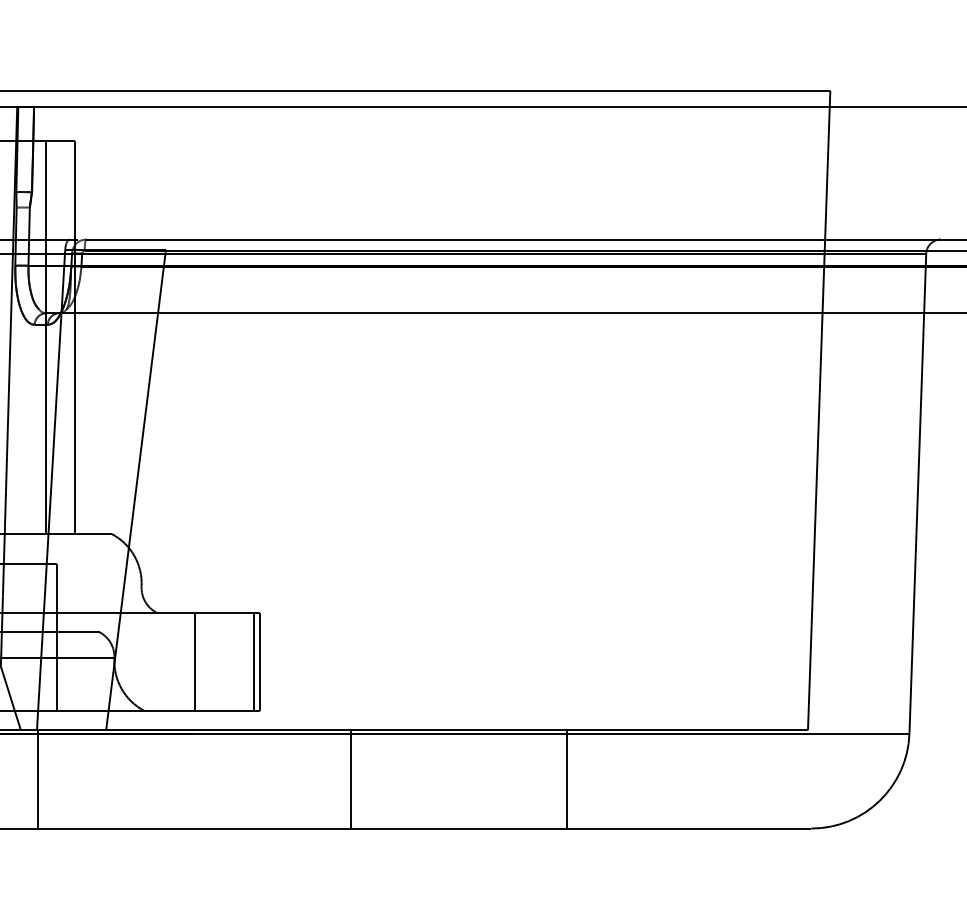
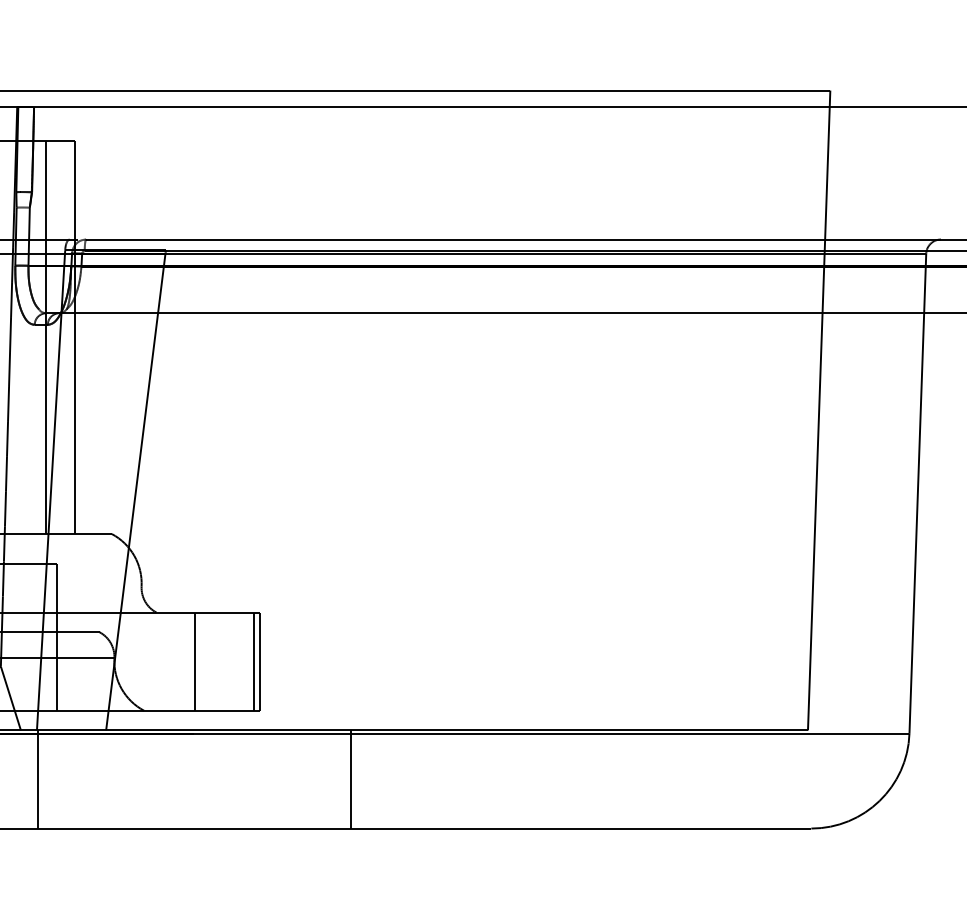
line at (567, 779): present -> none
